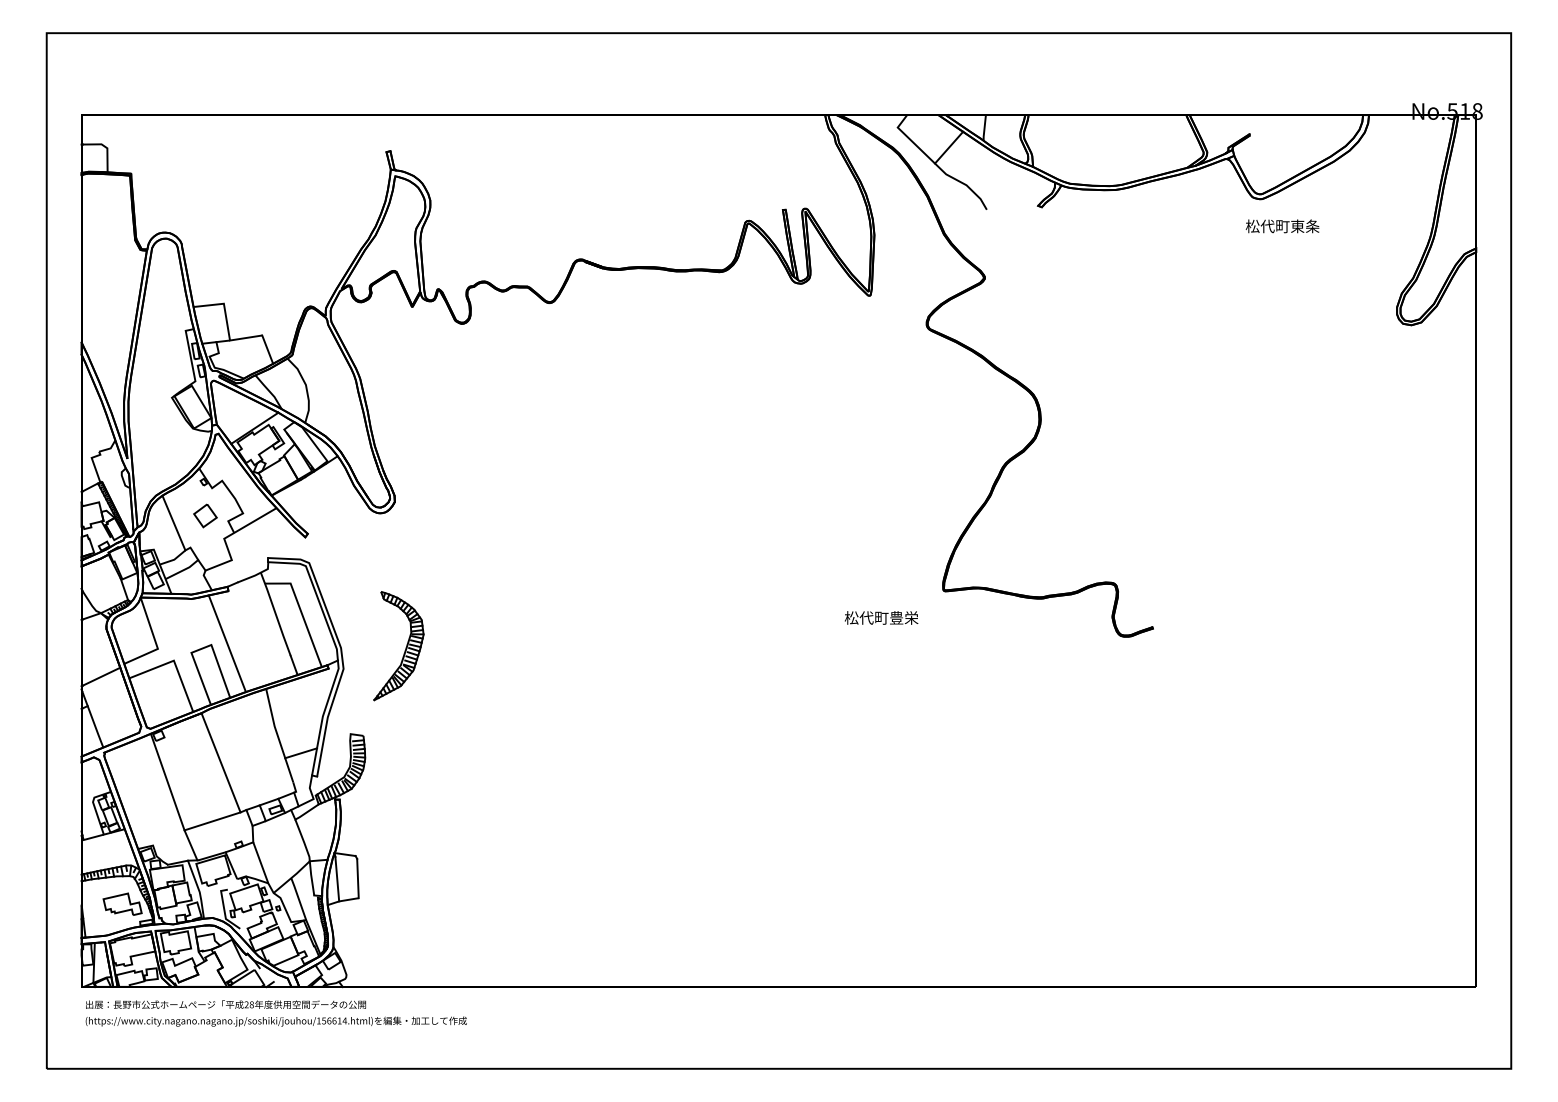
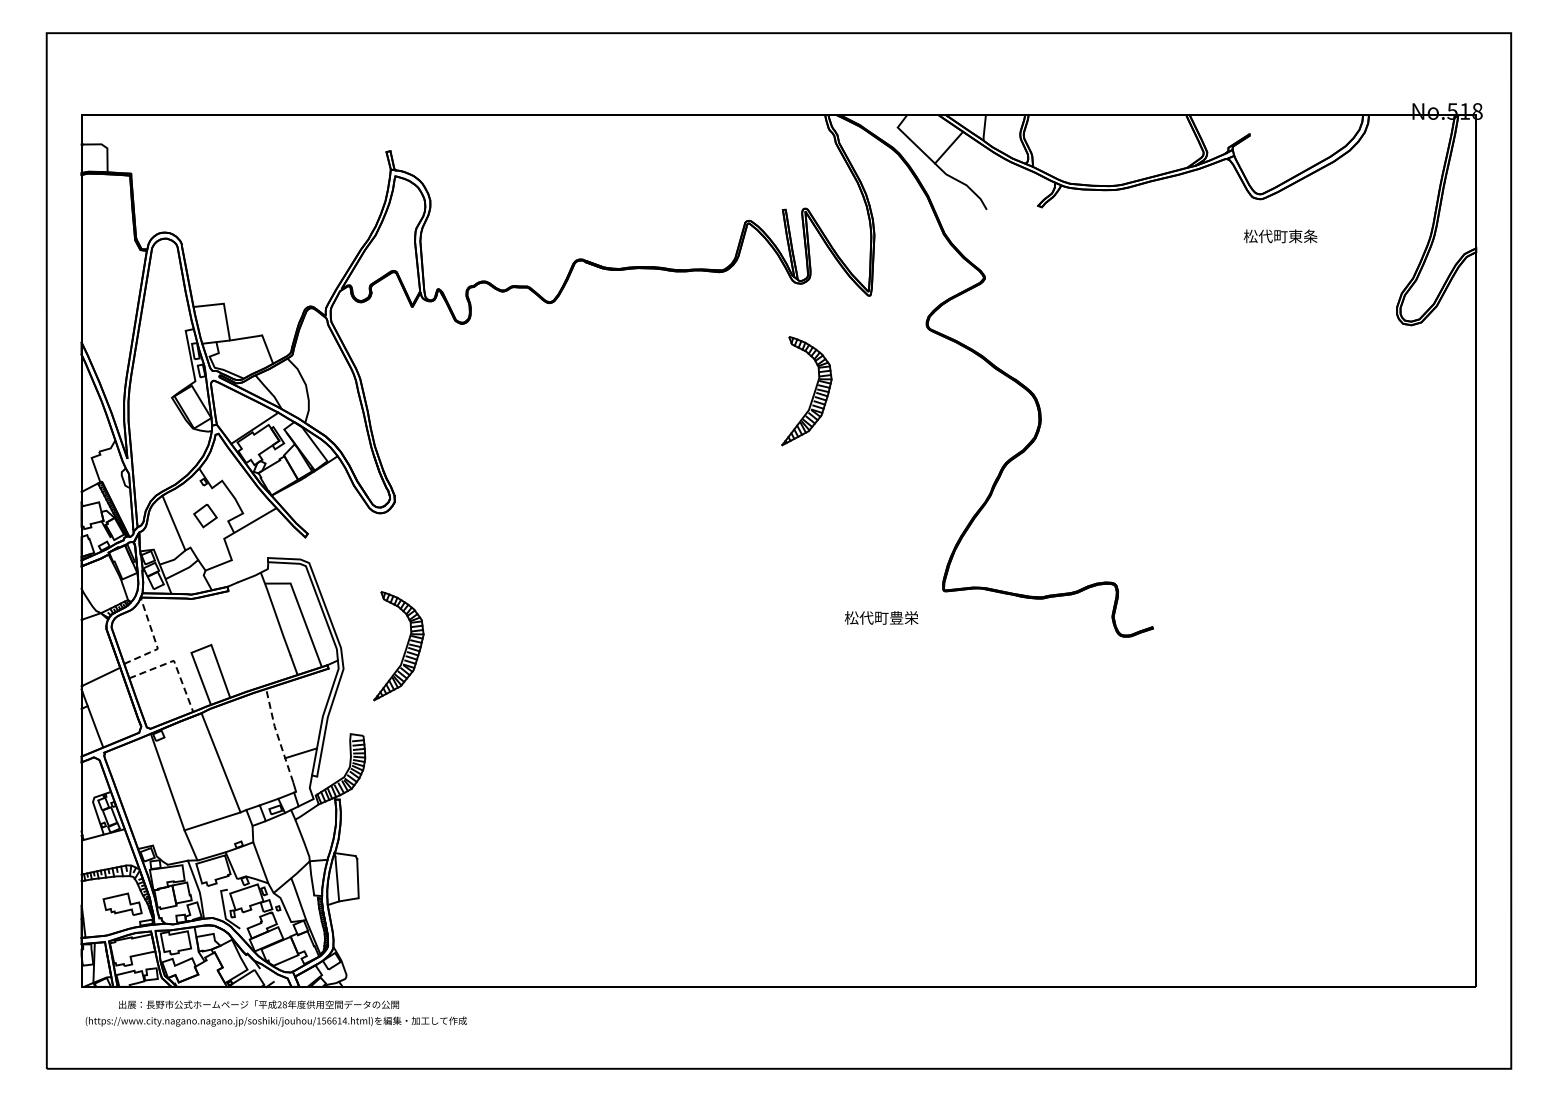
text at (1282, 226) position: (1282, 226) -> (1280, 236)
part at (813, 392): none -> present
line at (155, 640): solid -> dashed
line at (226, 643): present -> none
line at (174, 663): solid -> dashed
line at (277, 734): solid -> dashed
text at (225, 1004) position: (225, 1004) -> (258, 1004)
